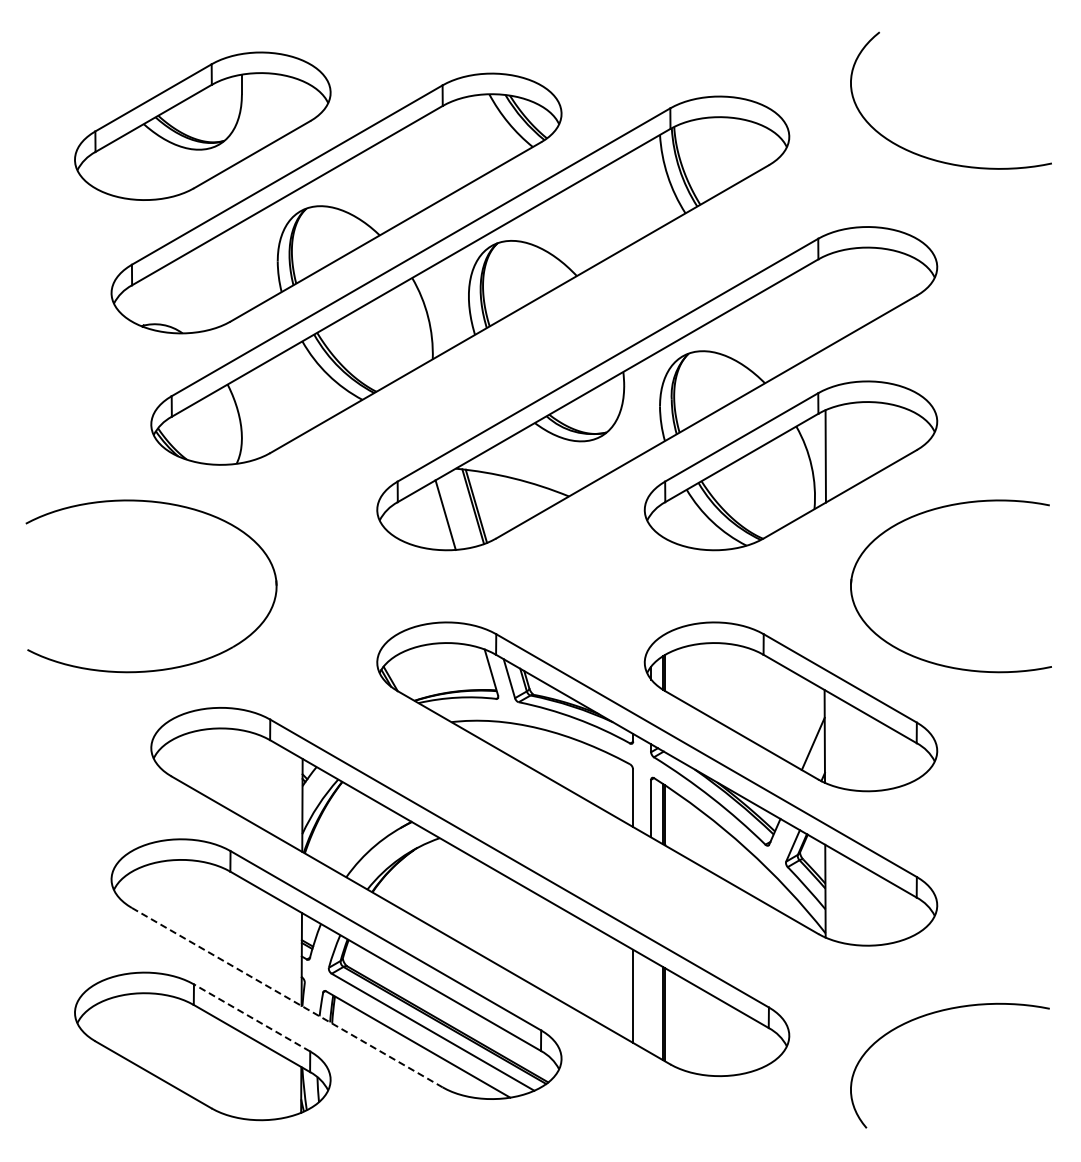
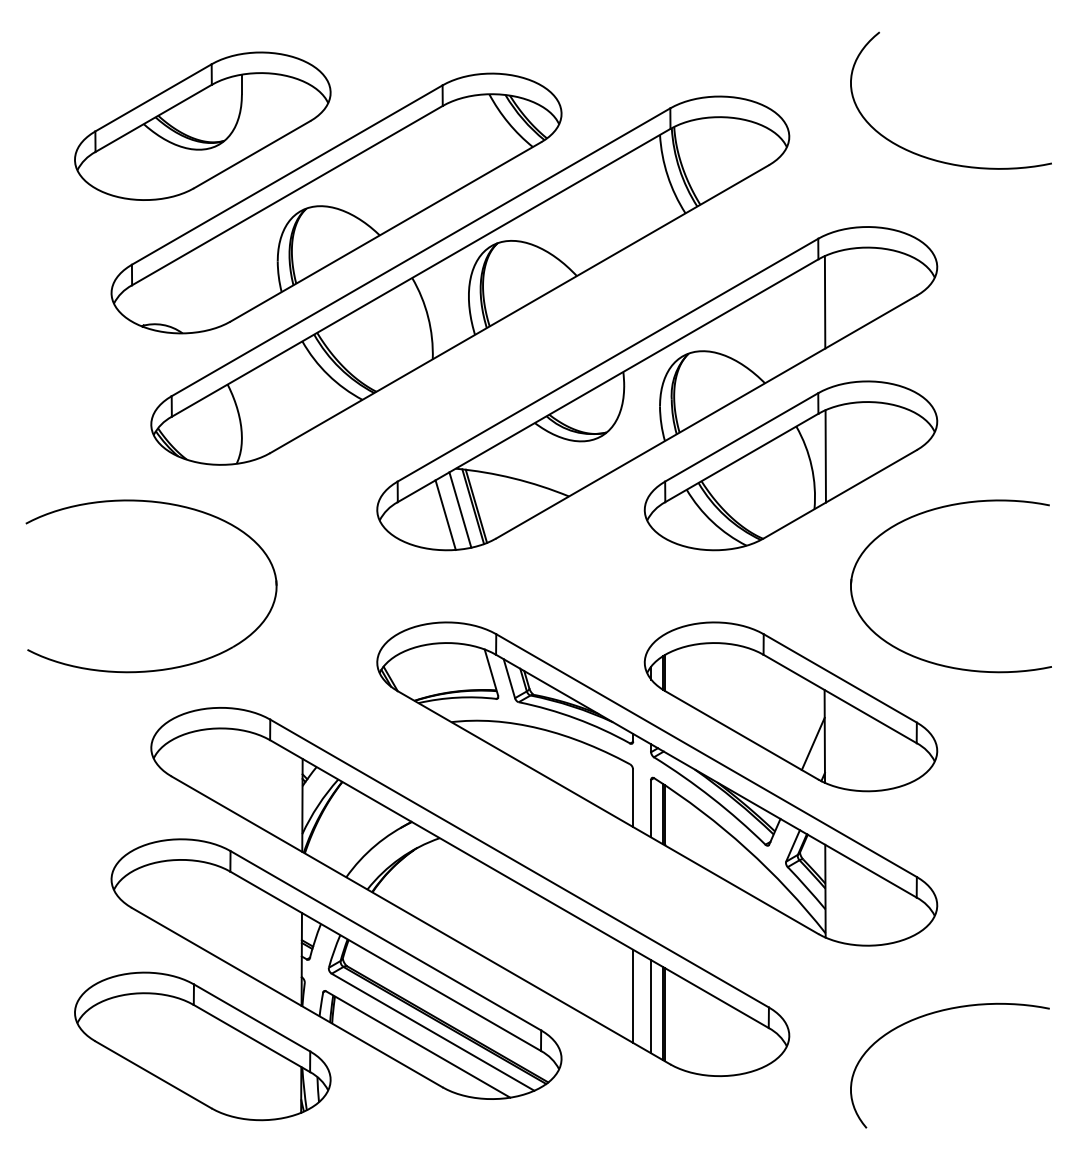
line at (824, 302): none -> present
line at (460, 509): none -> present
line at (287, 997): dashed -> solid
line at (651, 1006): none -> present
line at (251, 1017): dashed -> solid
